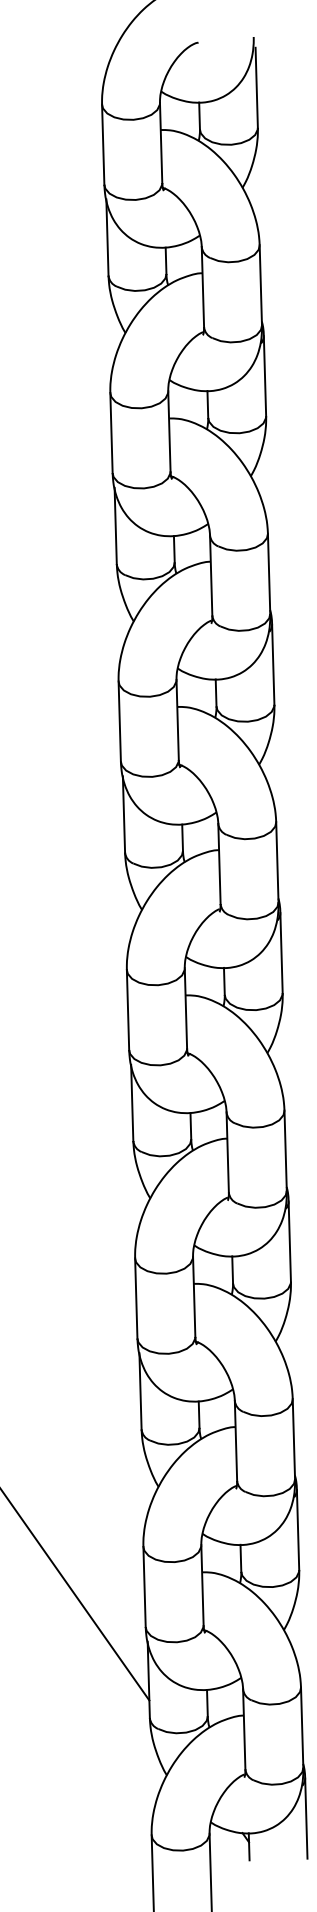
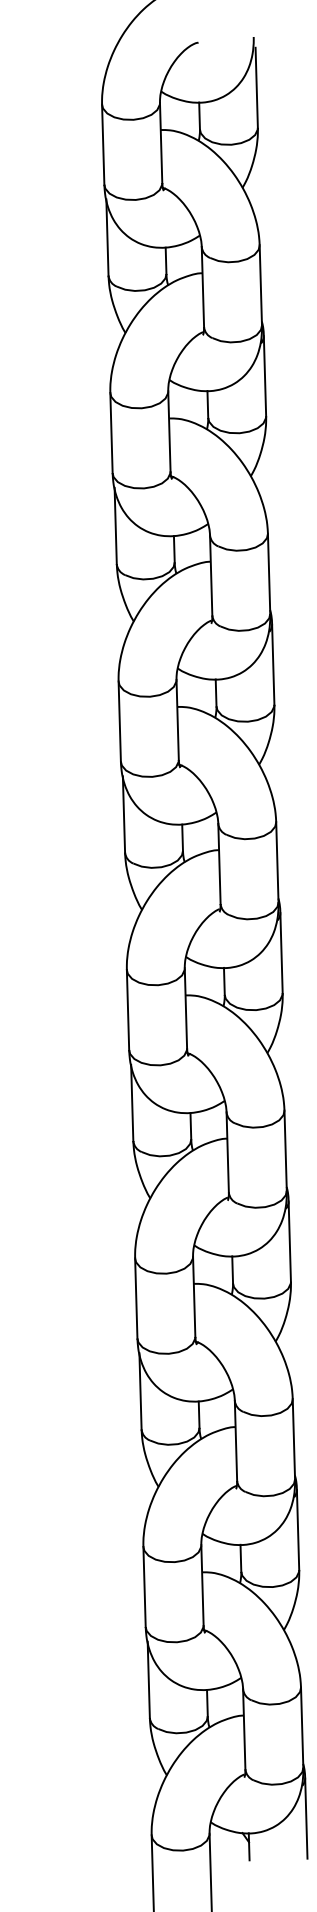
line at (75, 1595): present -> none
